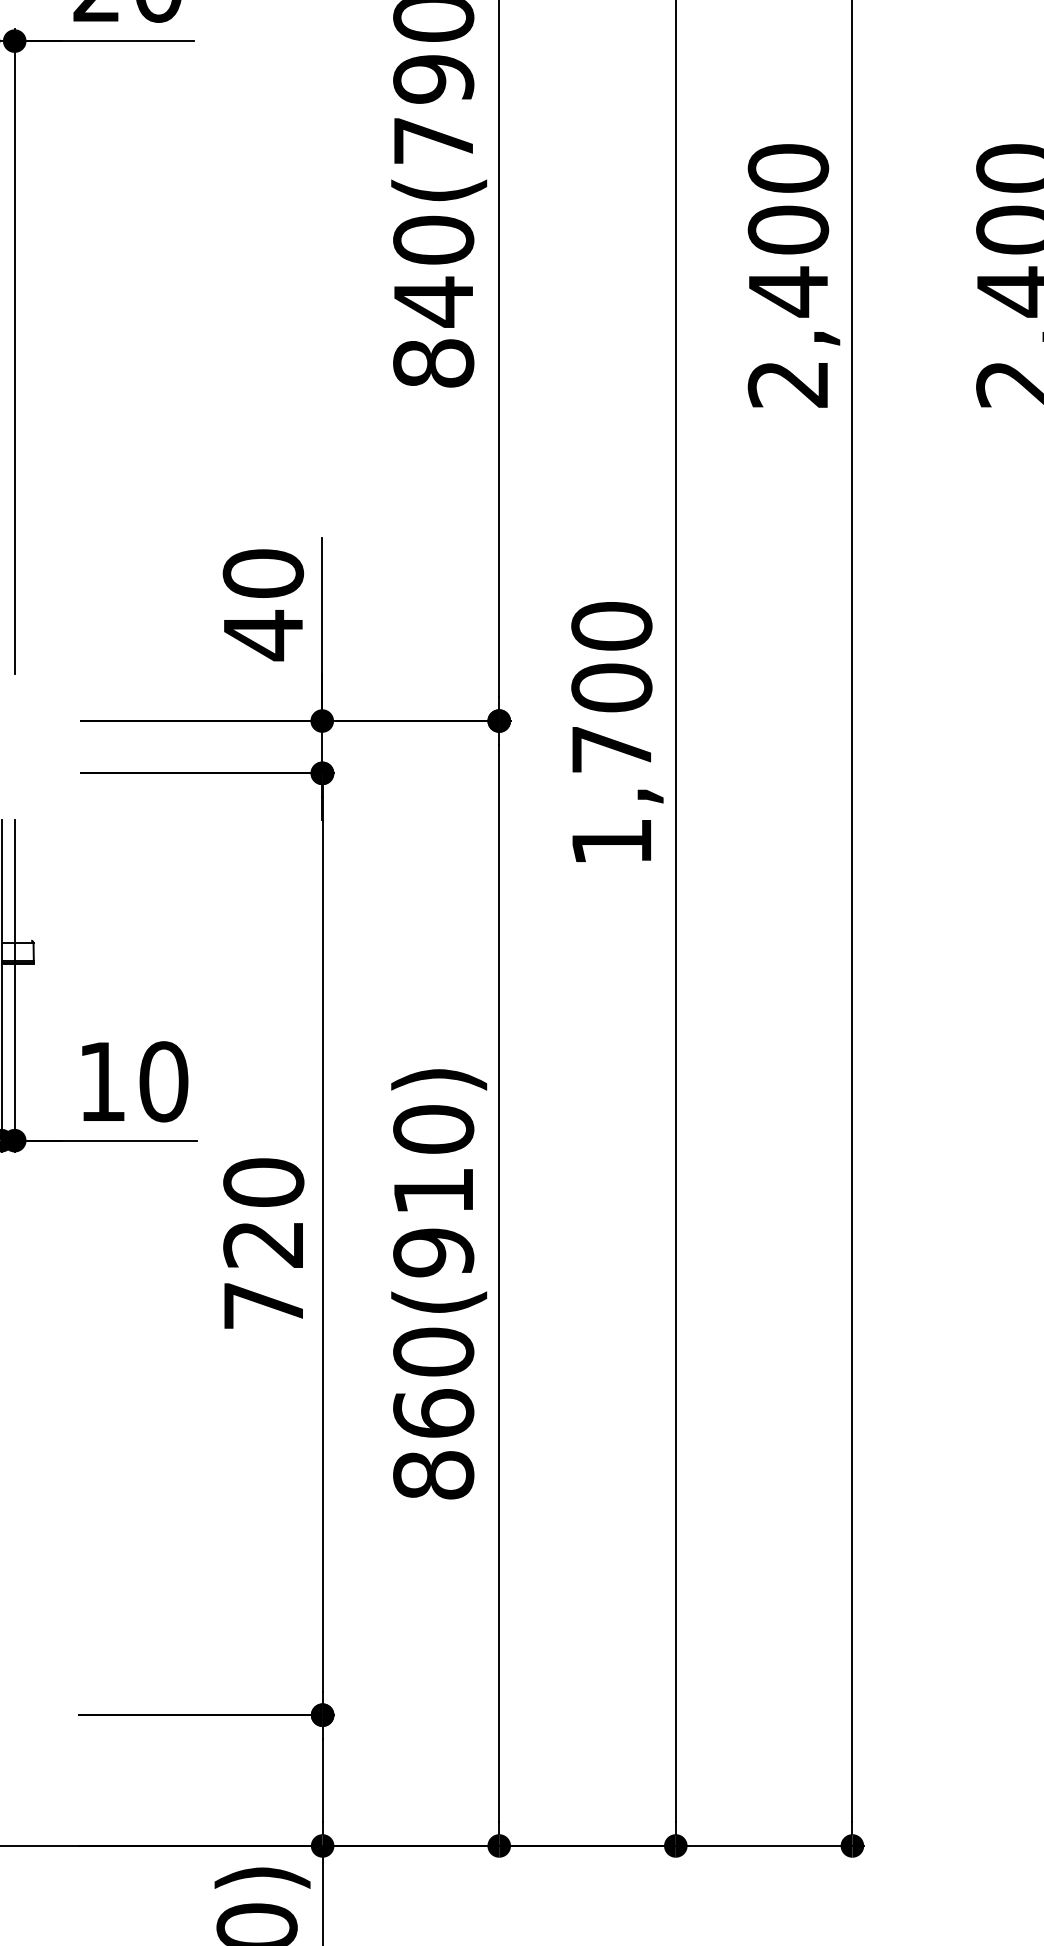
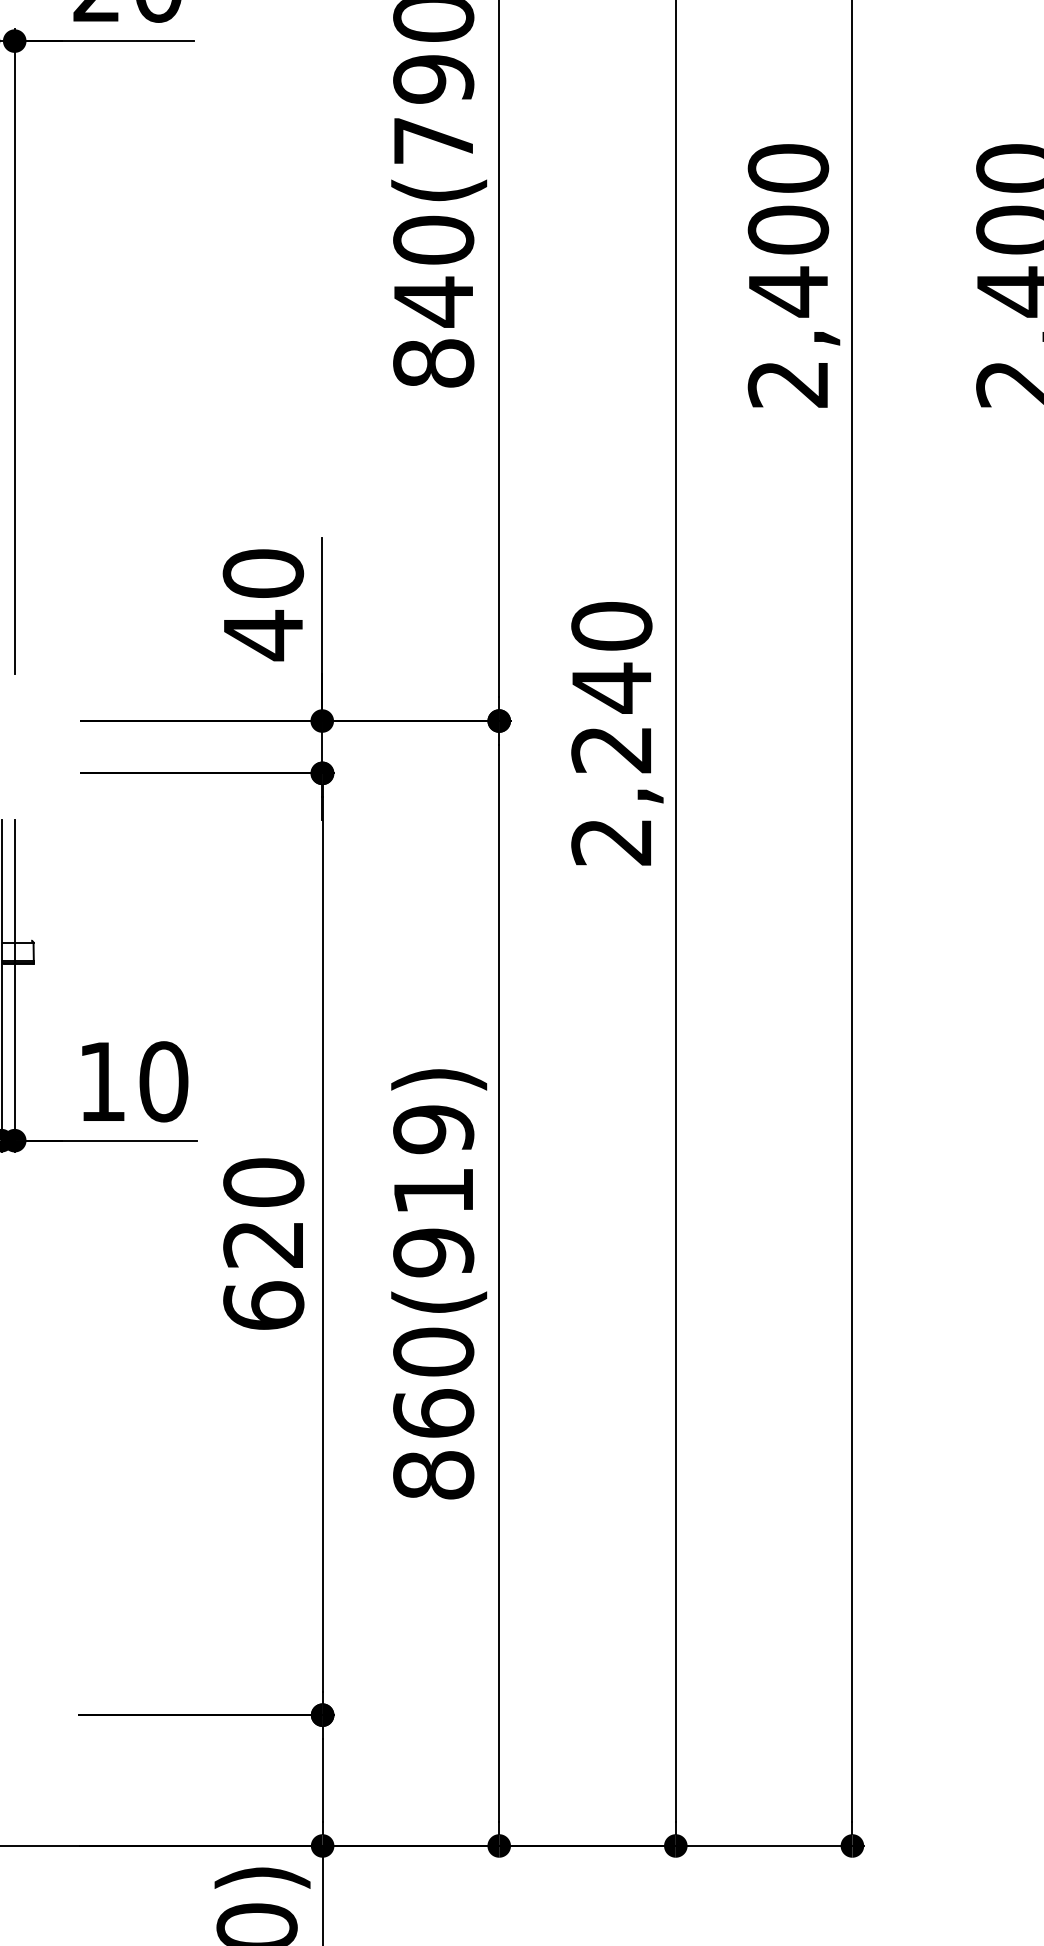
text at (611, 763): 1,700 -> 2,240
text at (433, 1129): 860(910) -> 860(919)
text at (263, 1305): 720 -> 620
